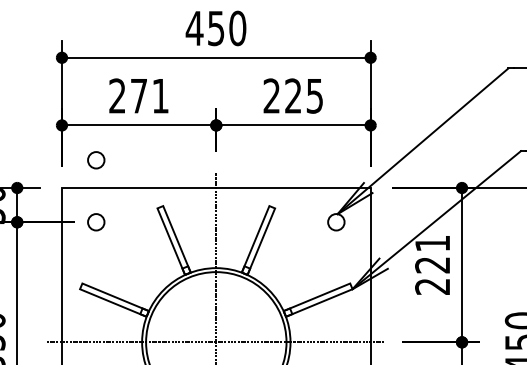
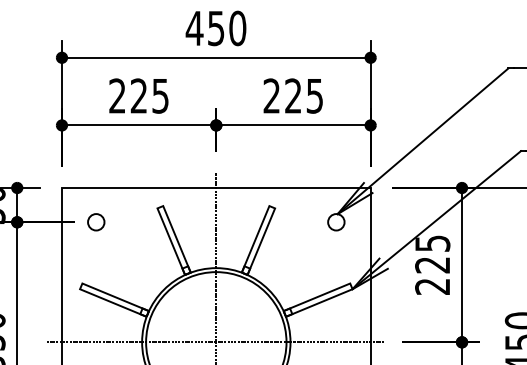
text at (149, 95): 271 -> 225
circle at (96, 160): present -> none
text at (432, 243): 221 -> 225
